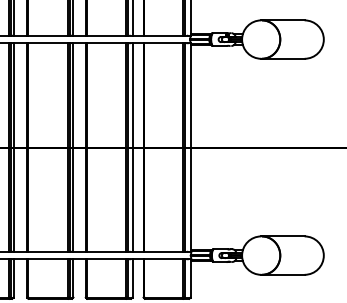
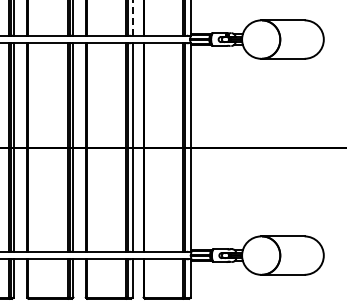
line at (132, 18): solid -> dashed
